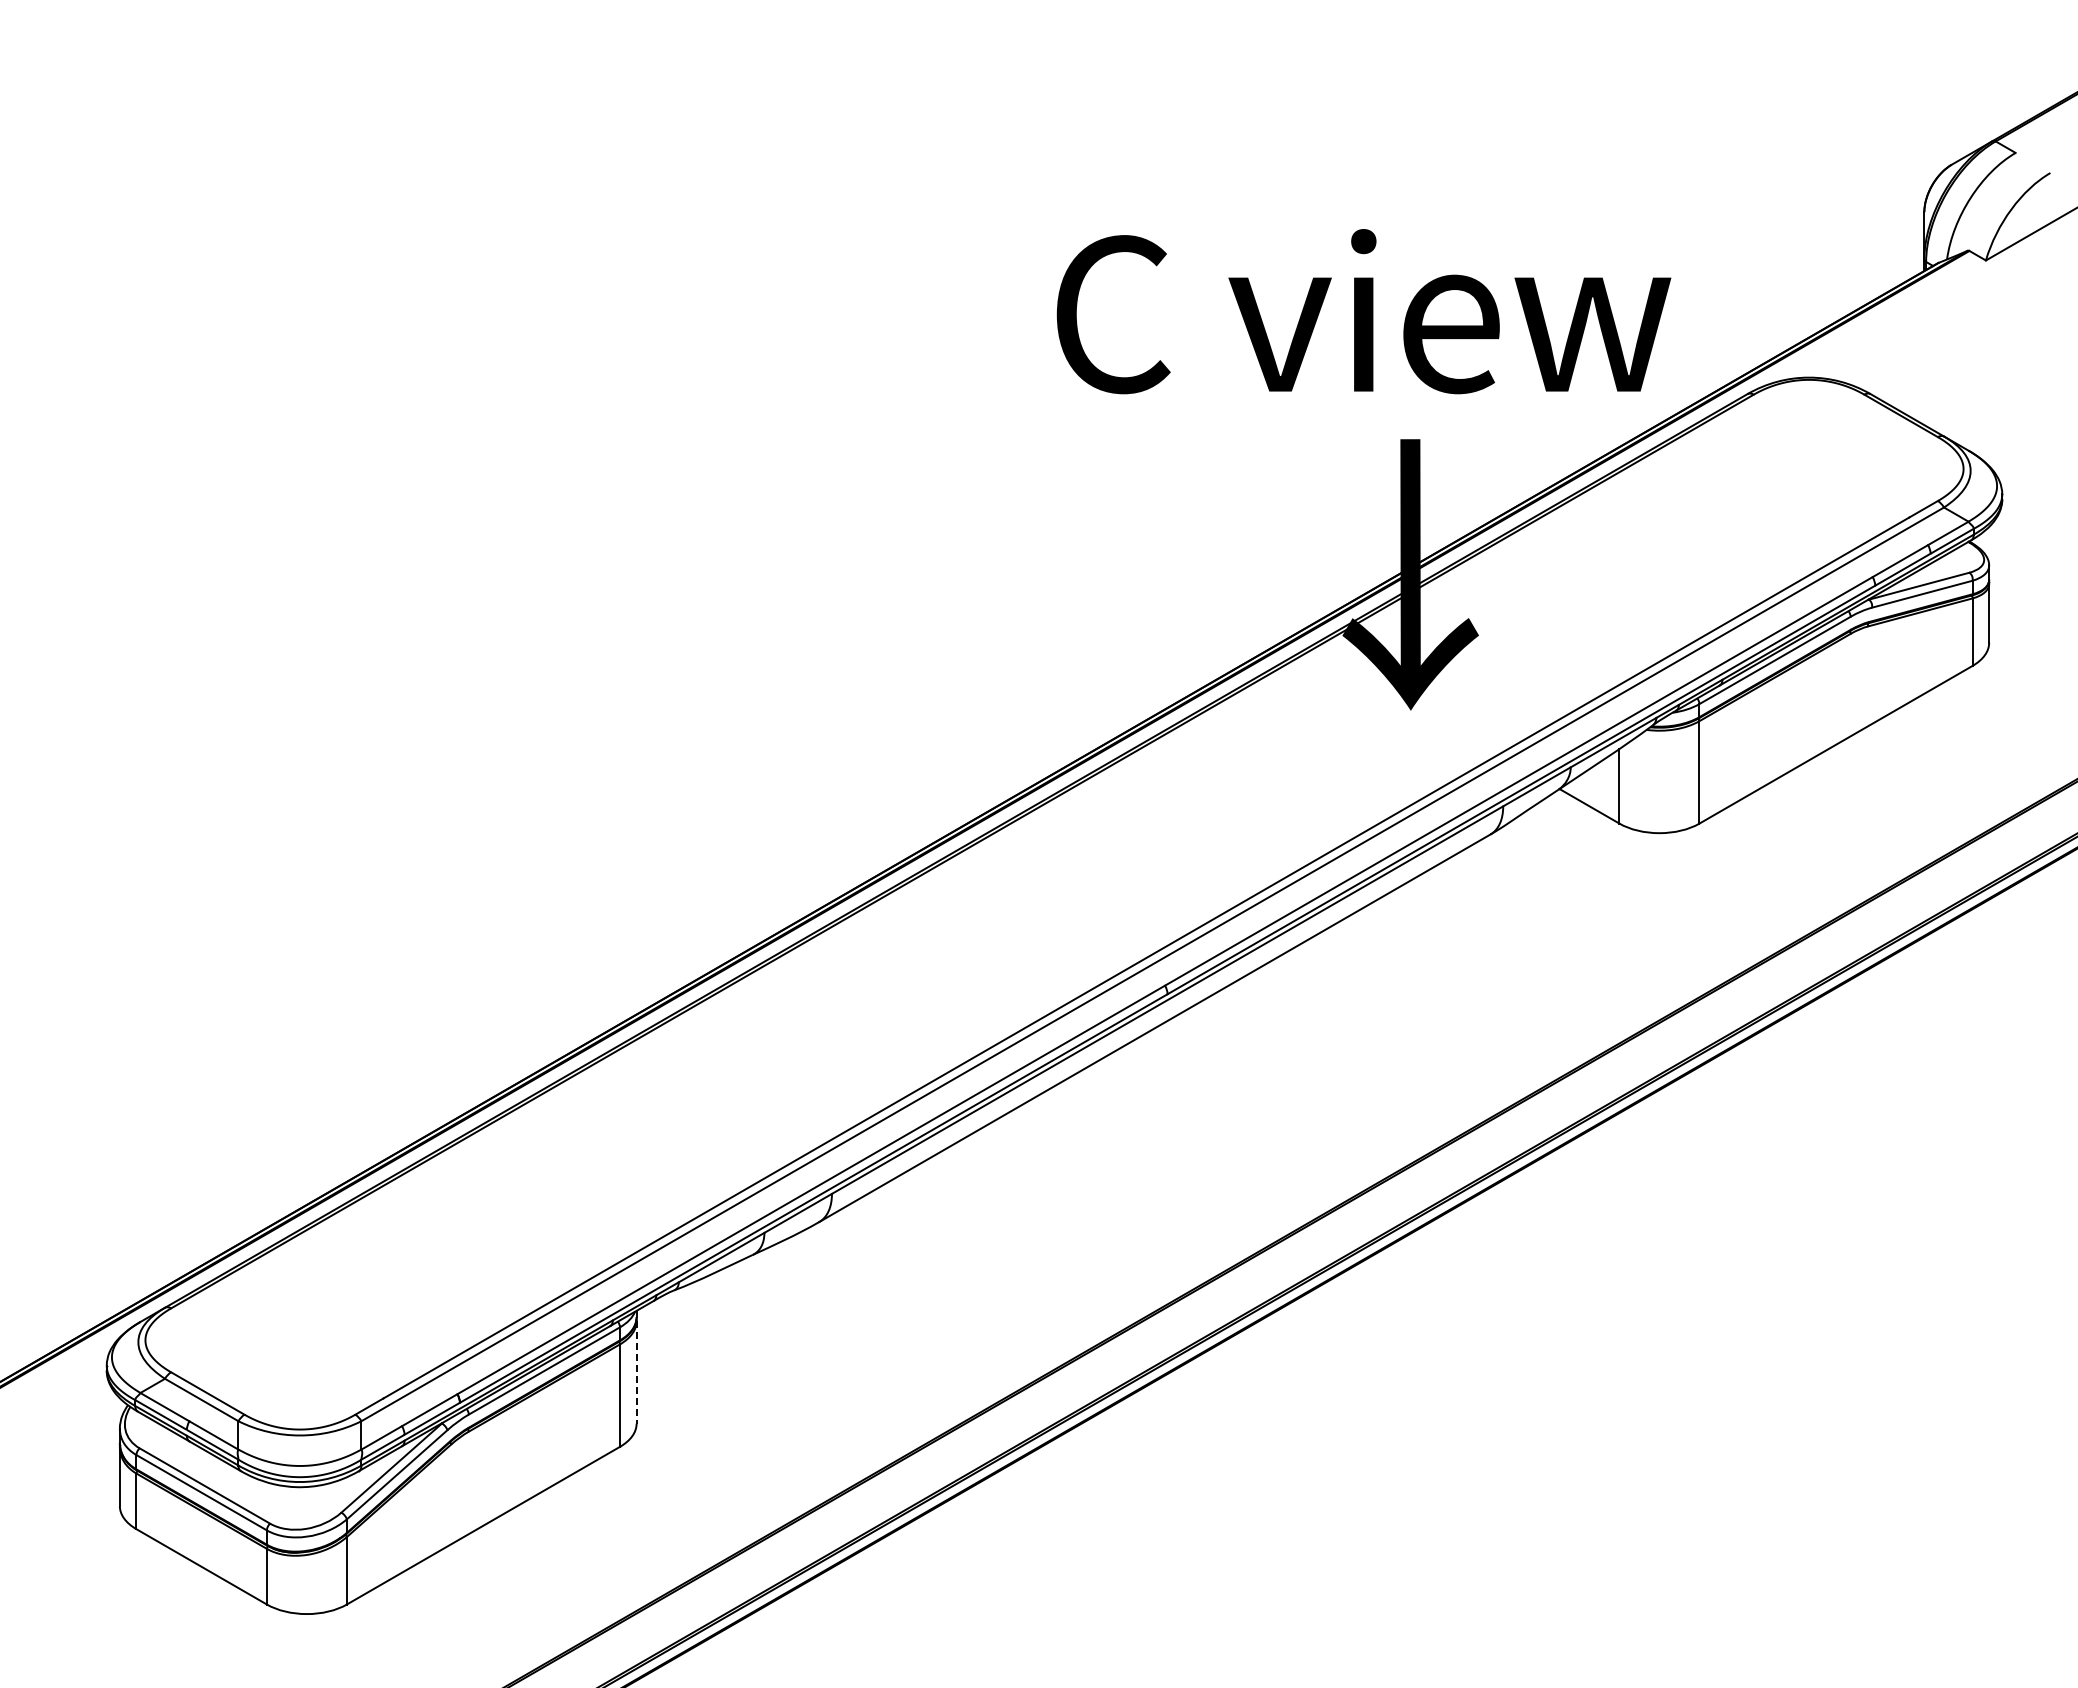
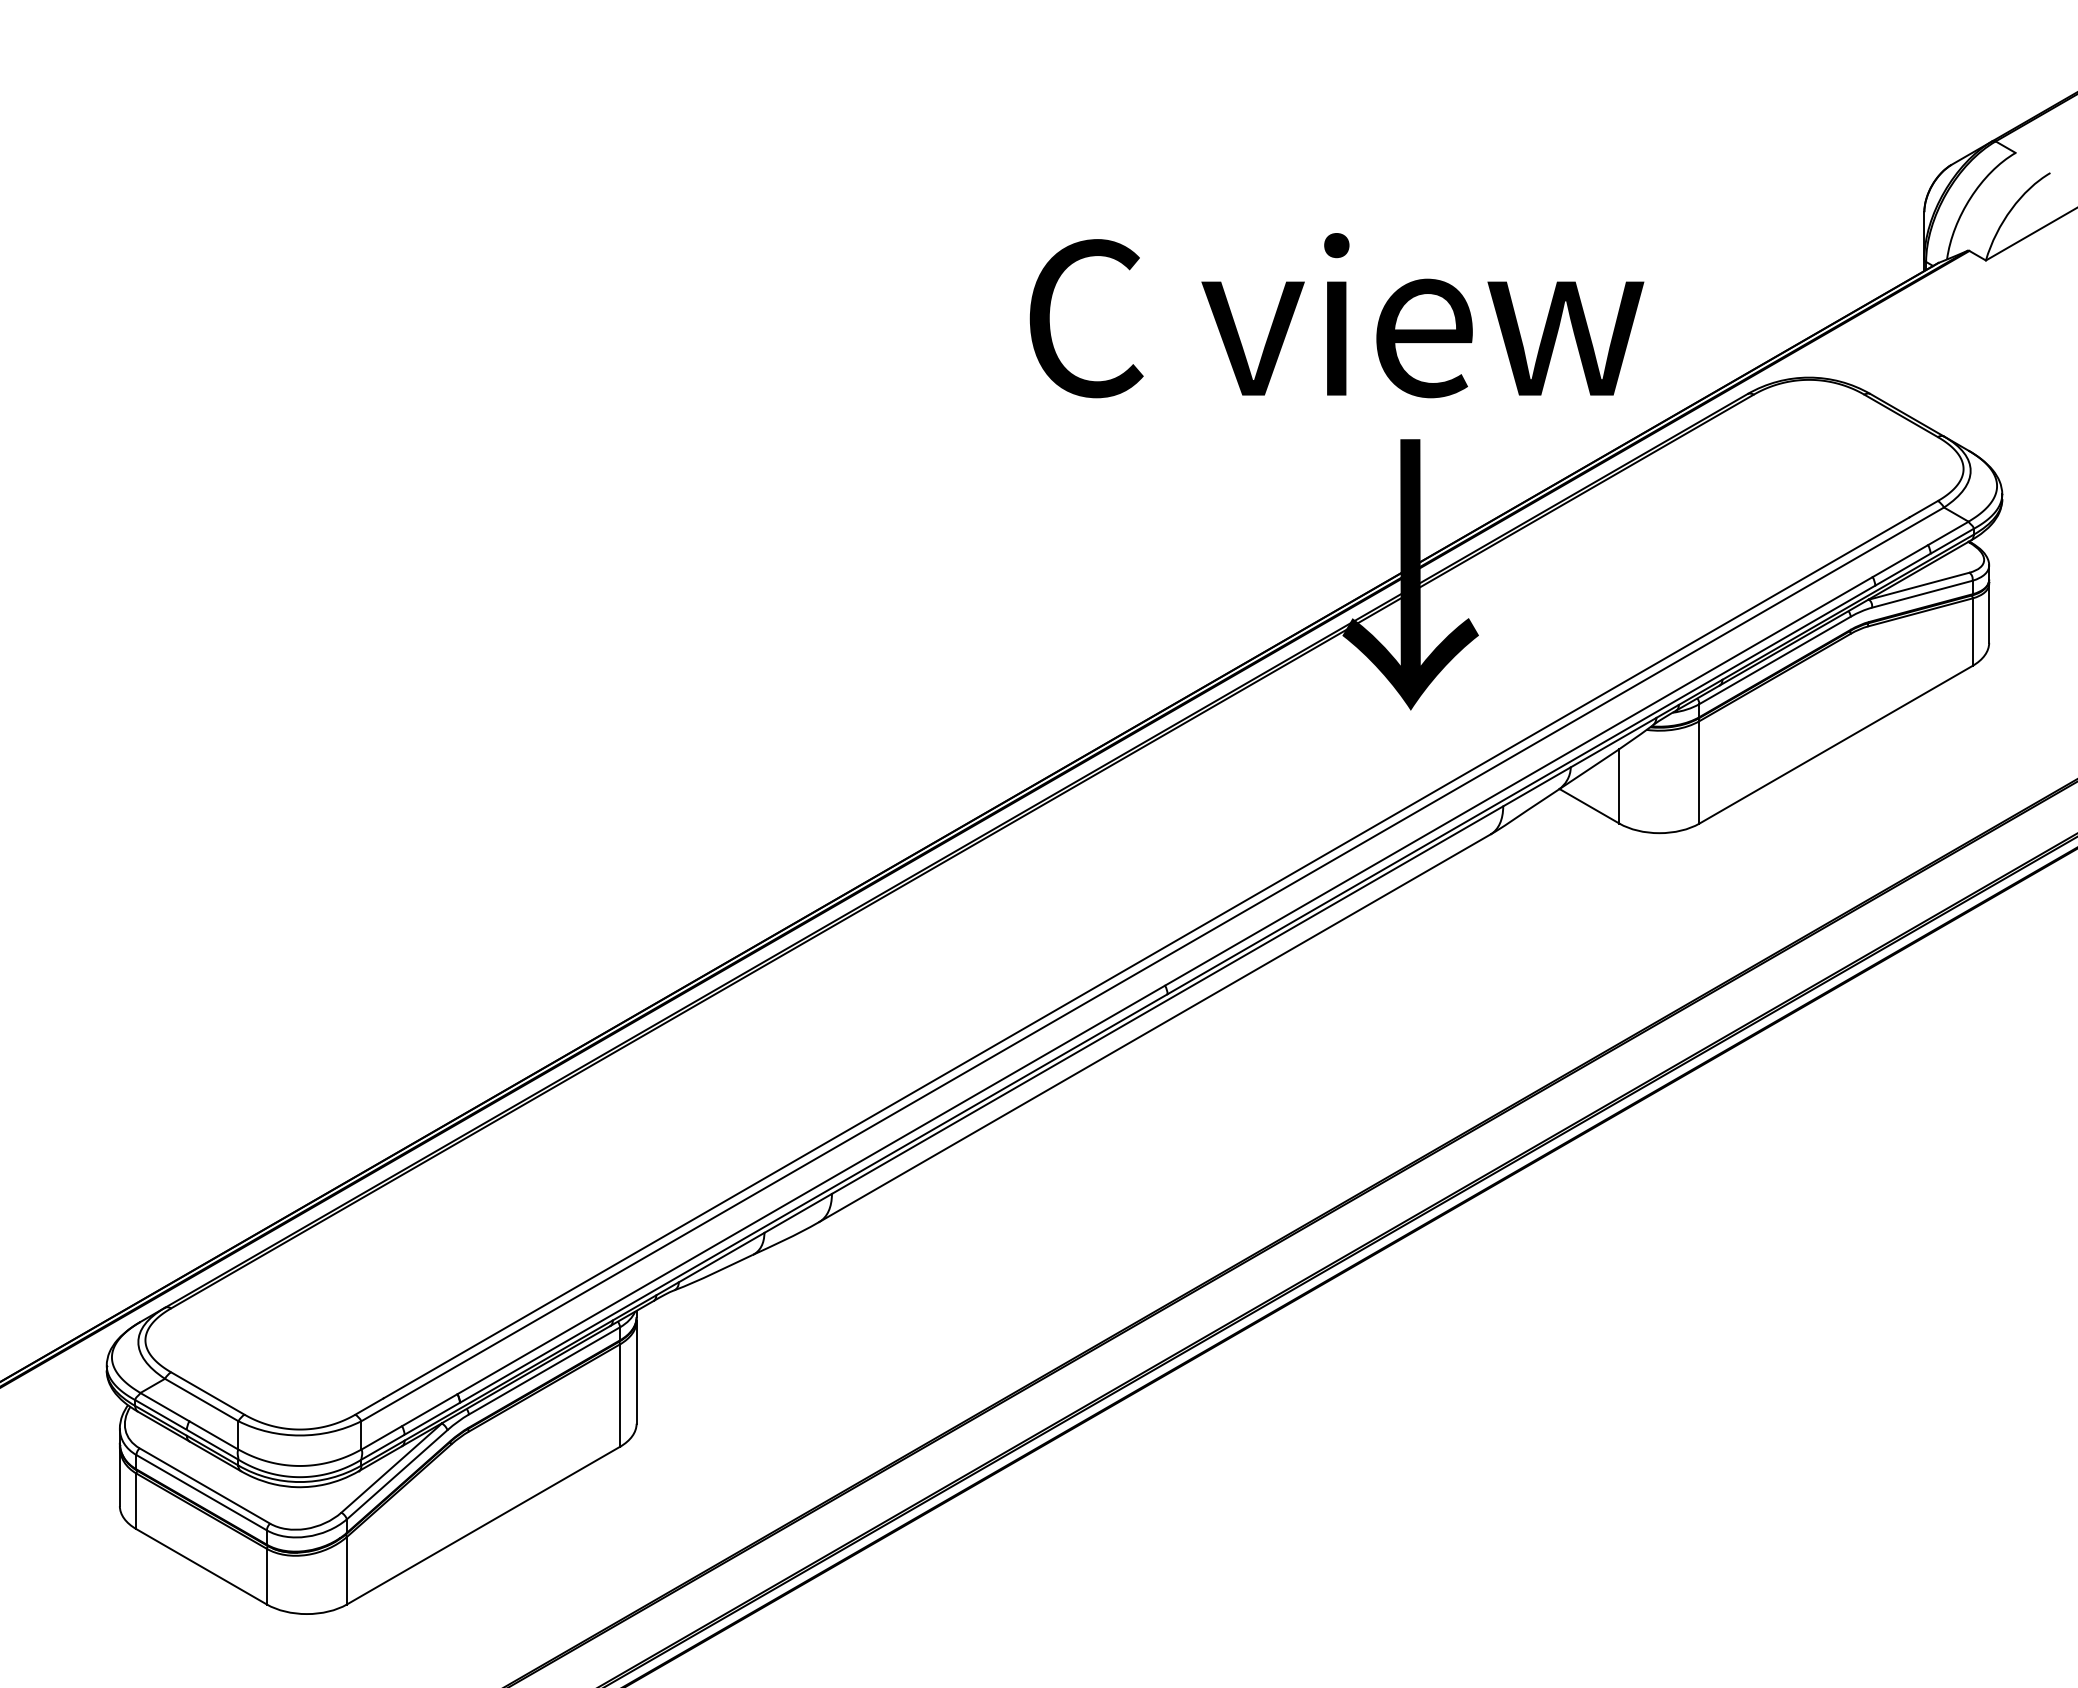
text at (1363, 311) position: (1363, 311) -> (1336, 315)
line at (636, 1373): dashed -> solid
